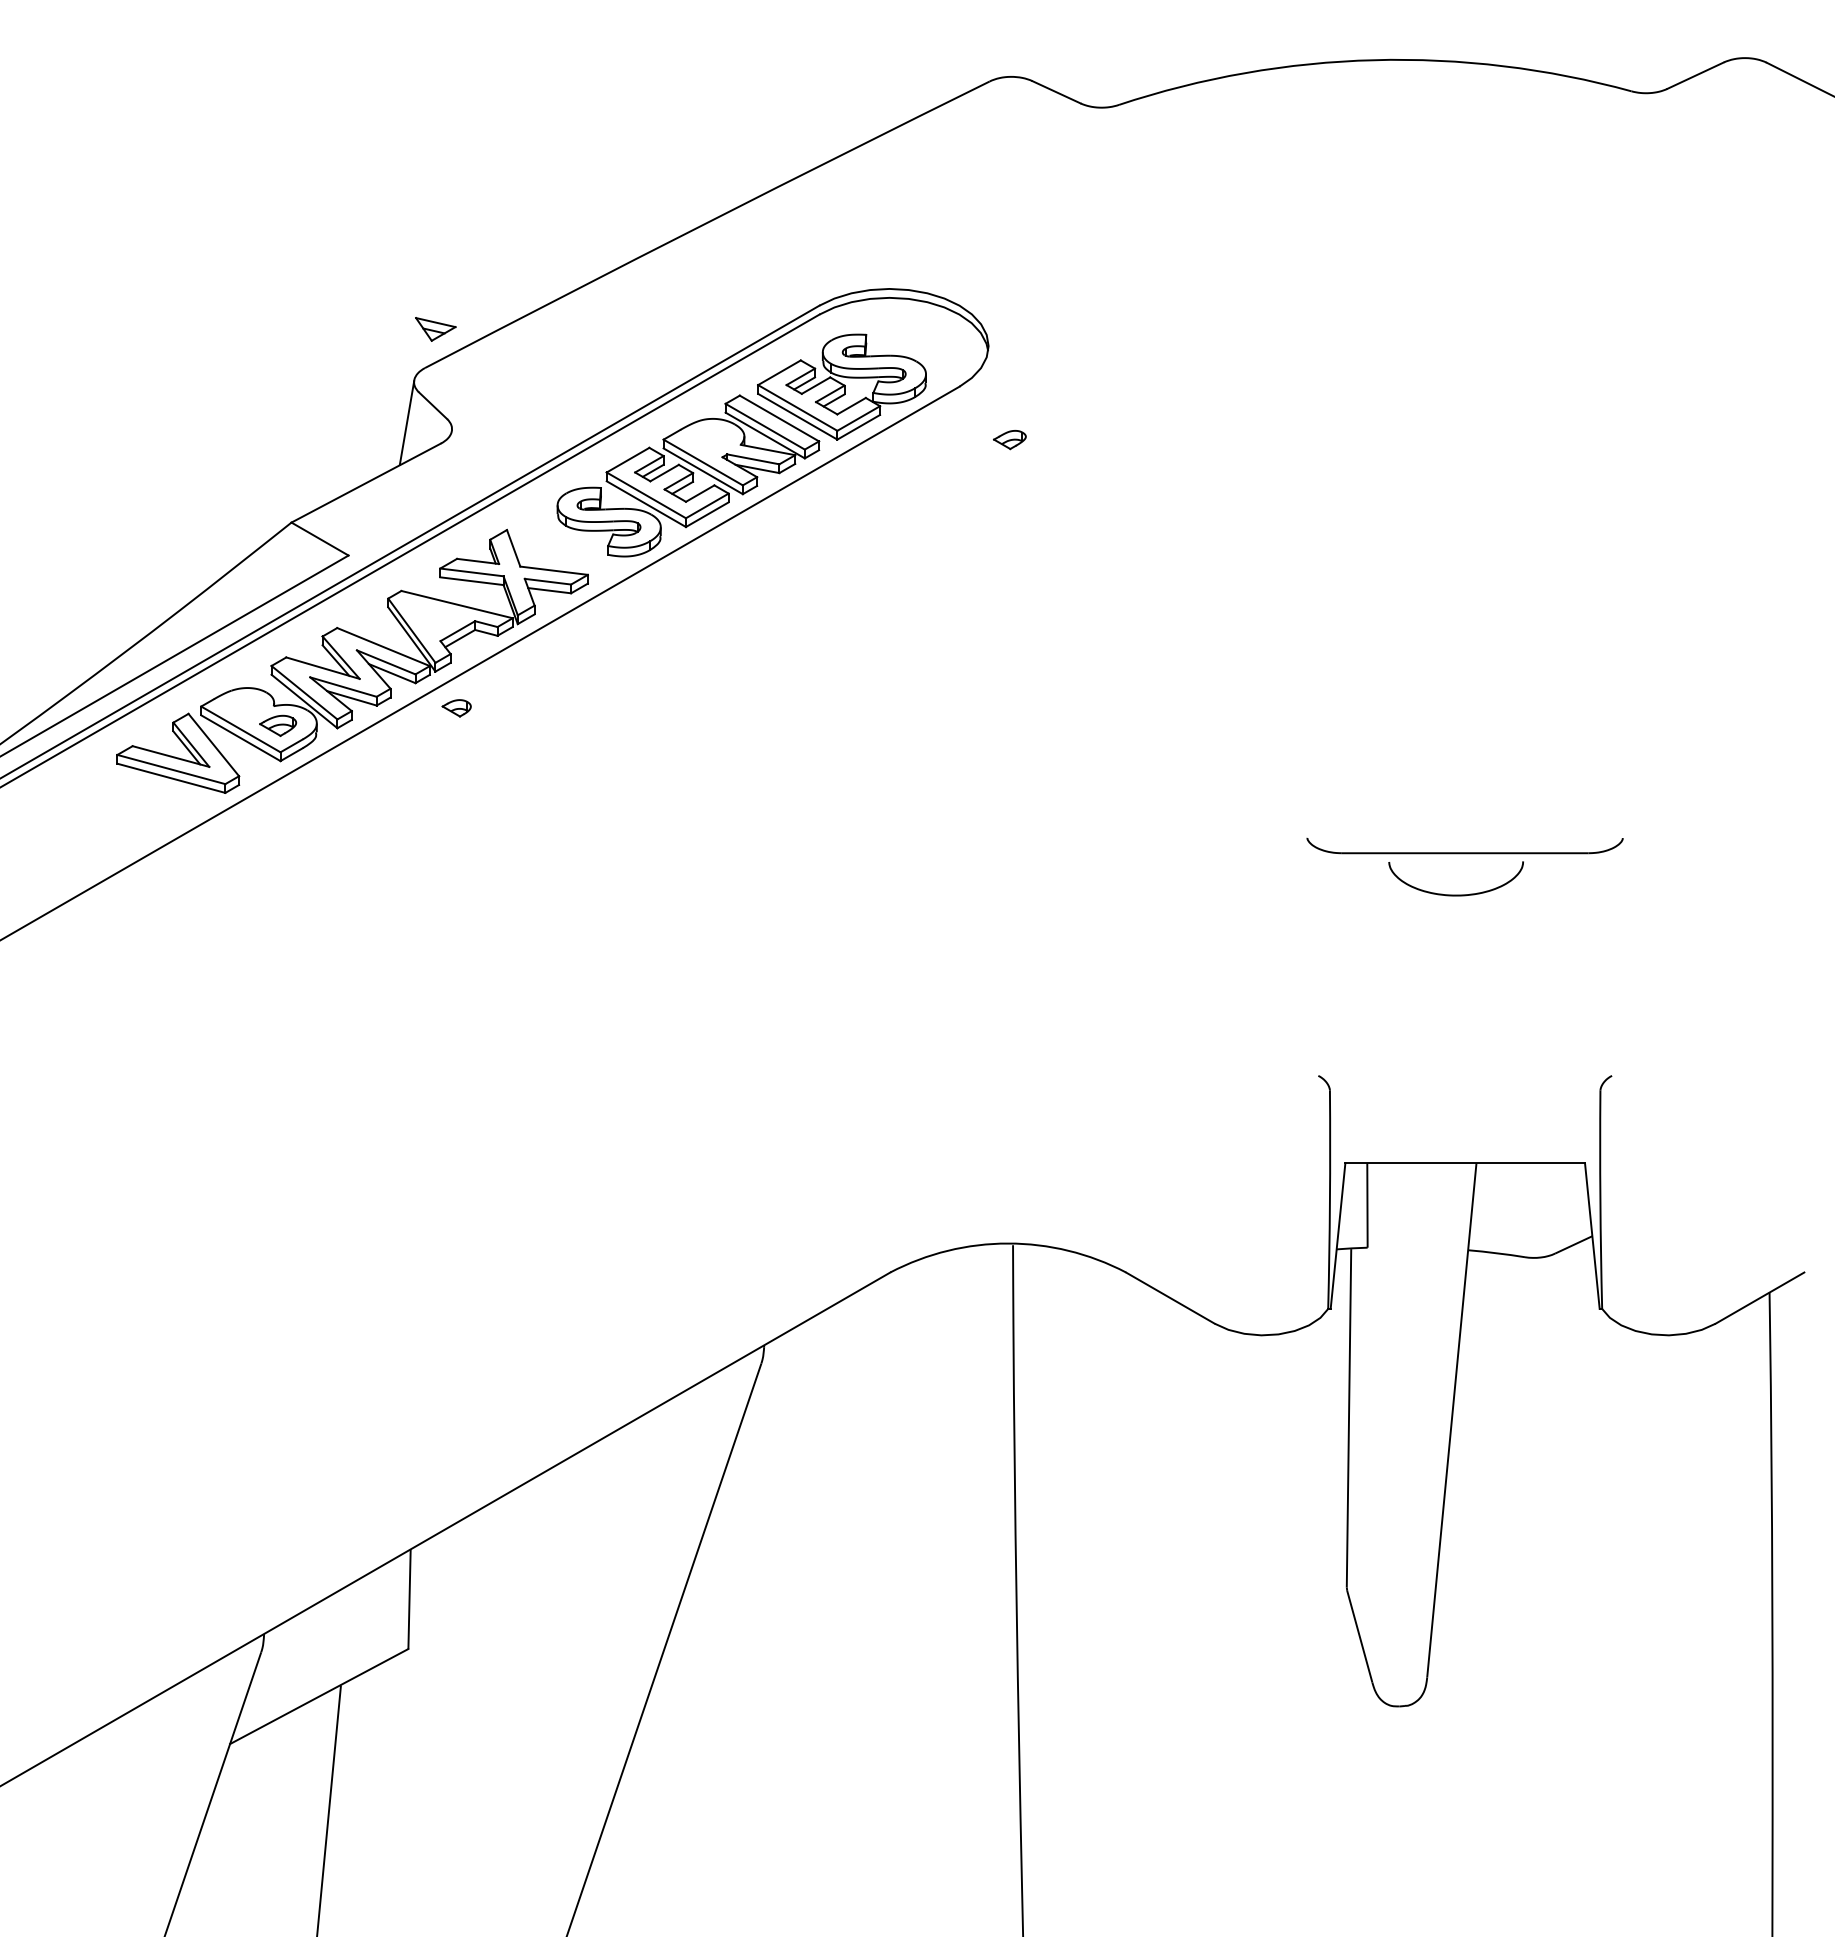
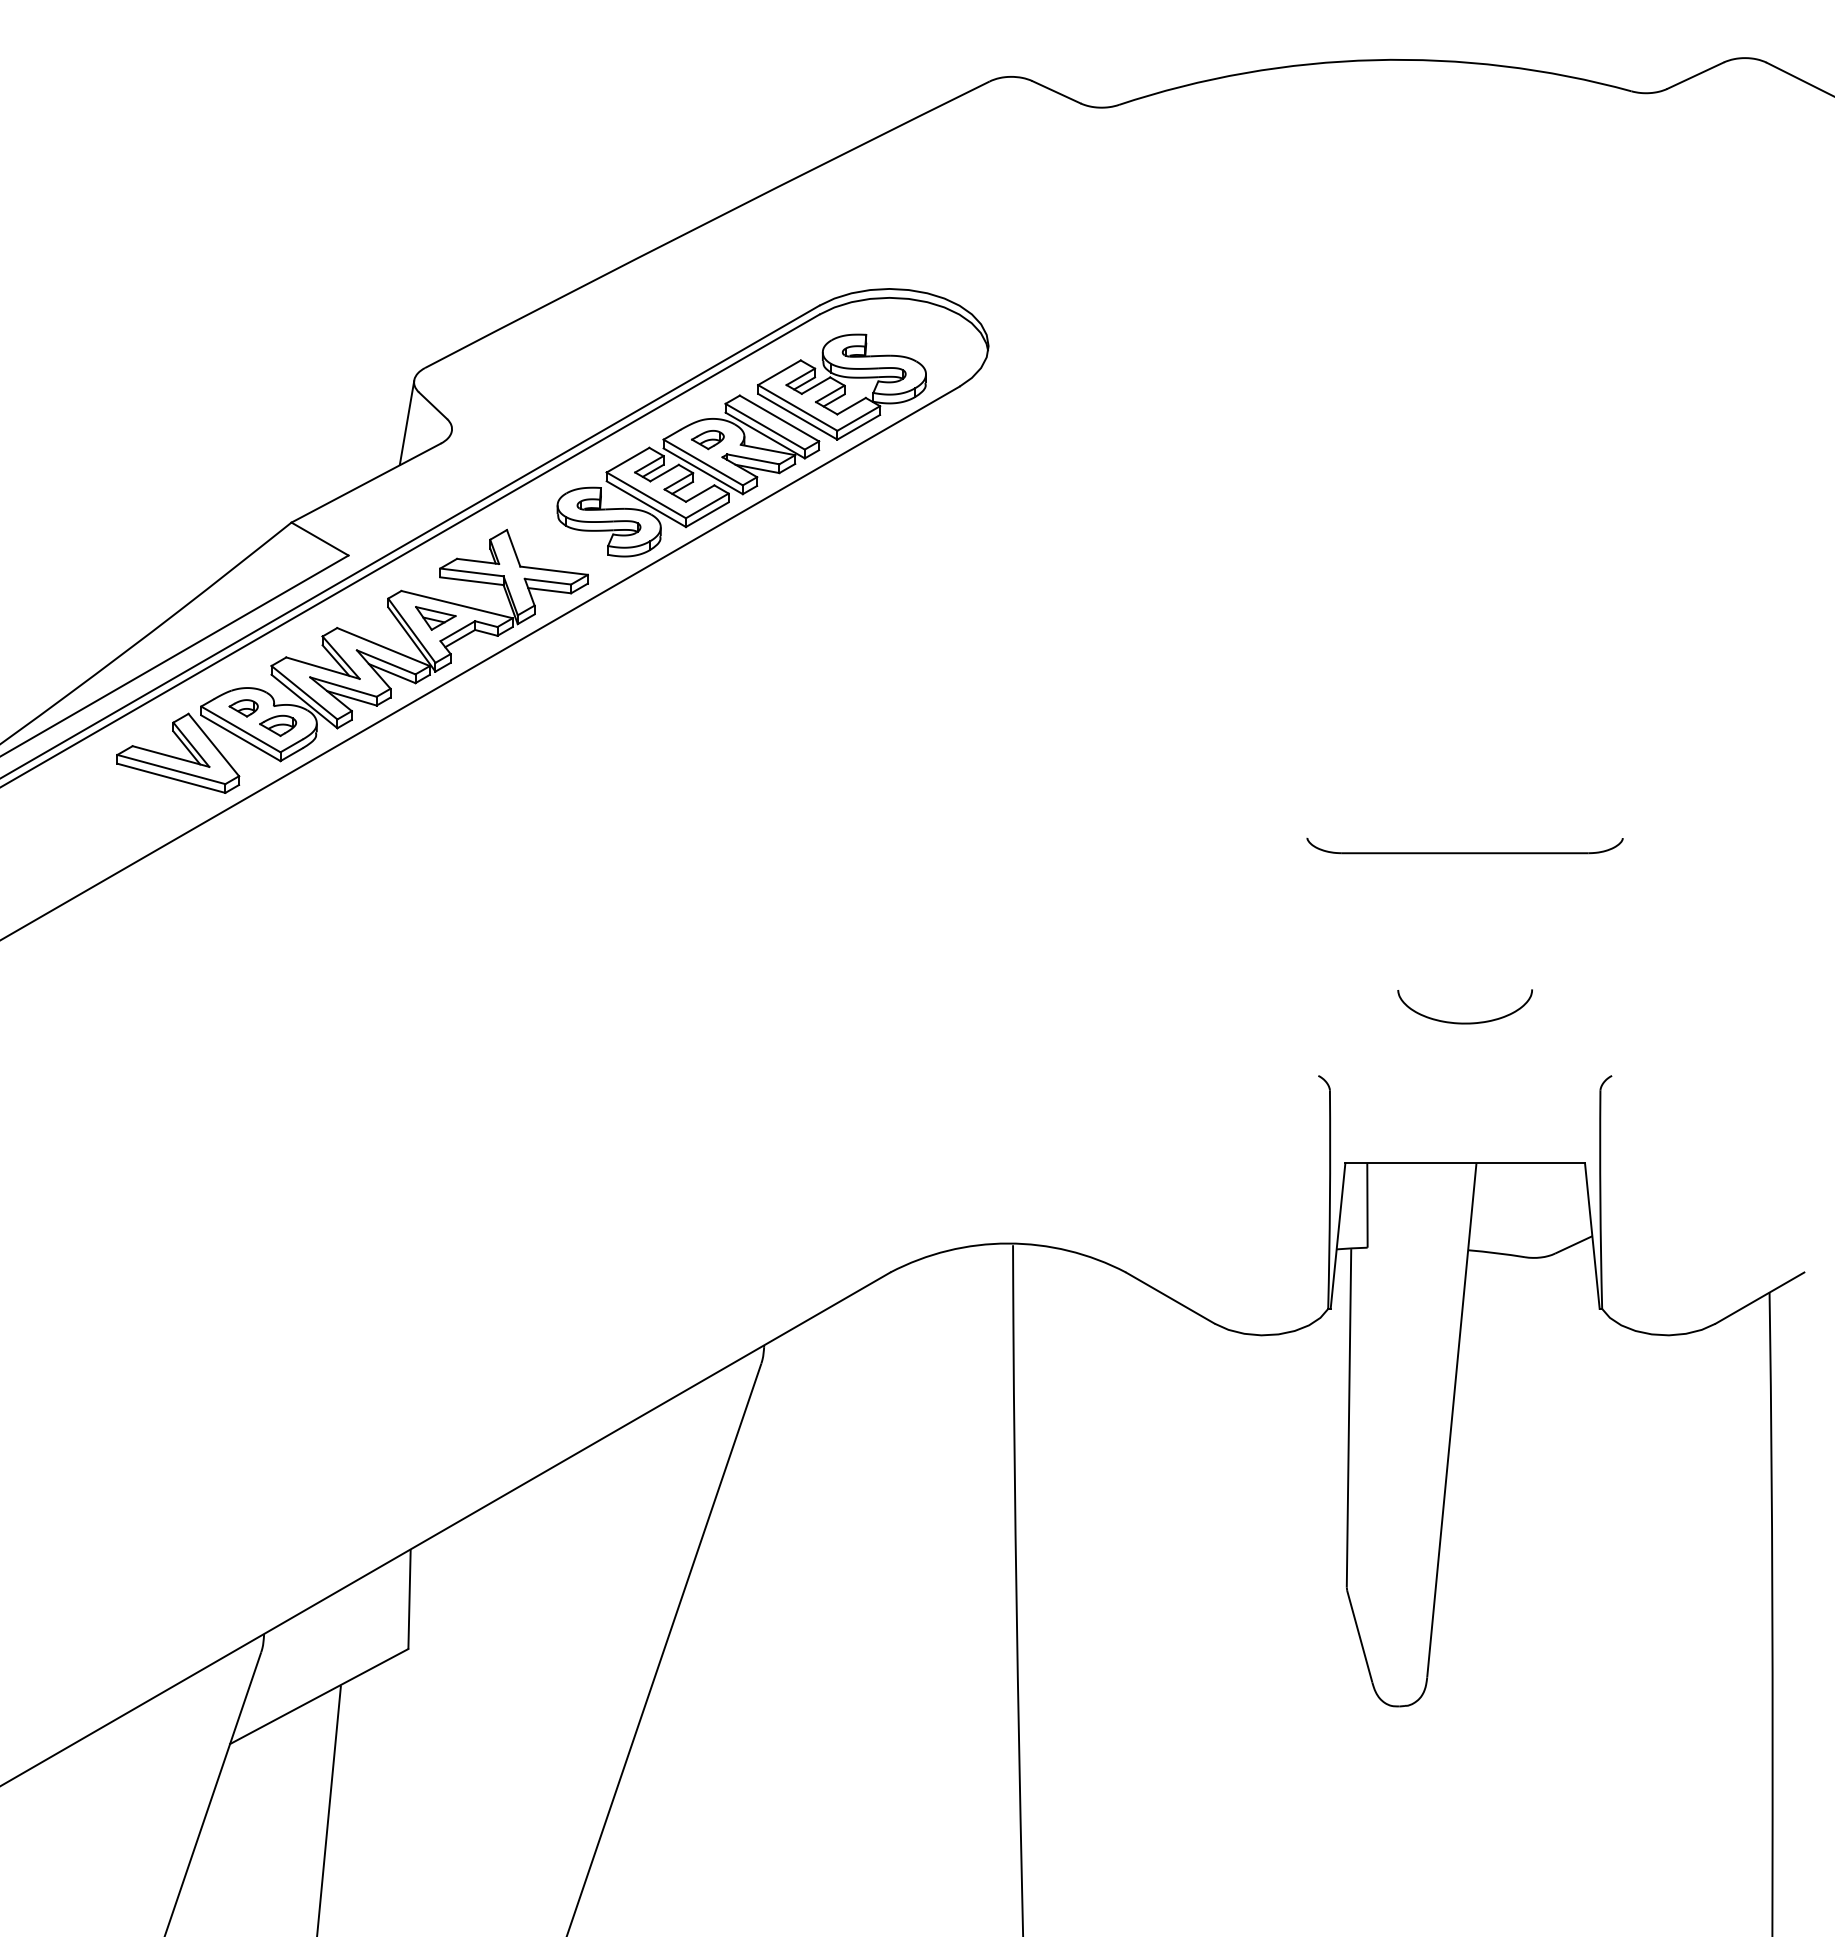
part at (435, 329) position: (435, 329) -> (435, 618)
part at (1009, 440) position: (1009, 440) -> (707, 440)
part at (456, 708) position: (456, 708) -> (243, 708)
curve at (1455, 894) position: (1455, 894) -> (1464, 1022)
